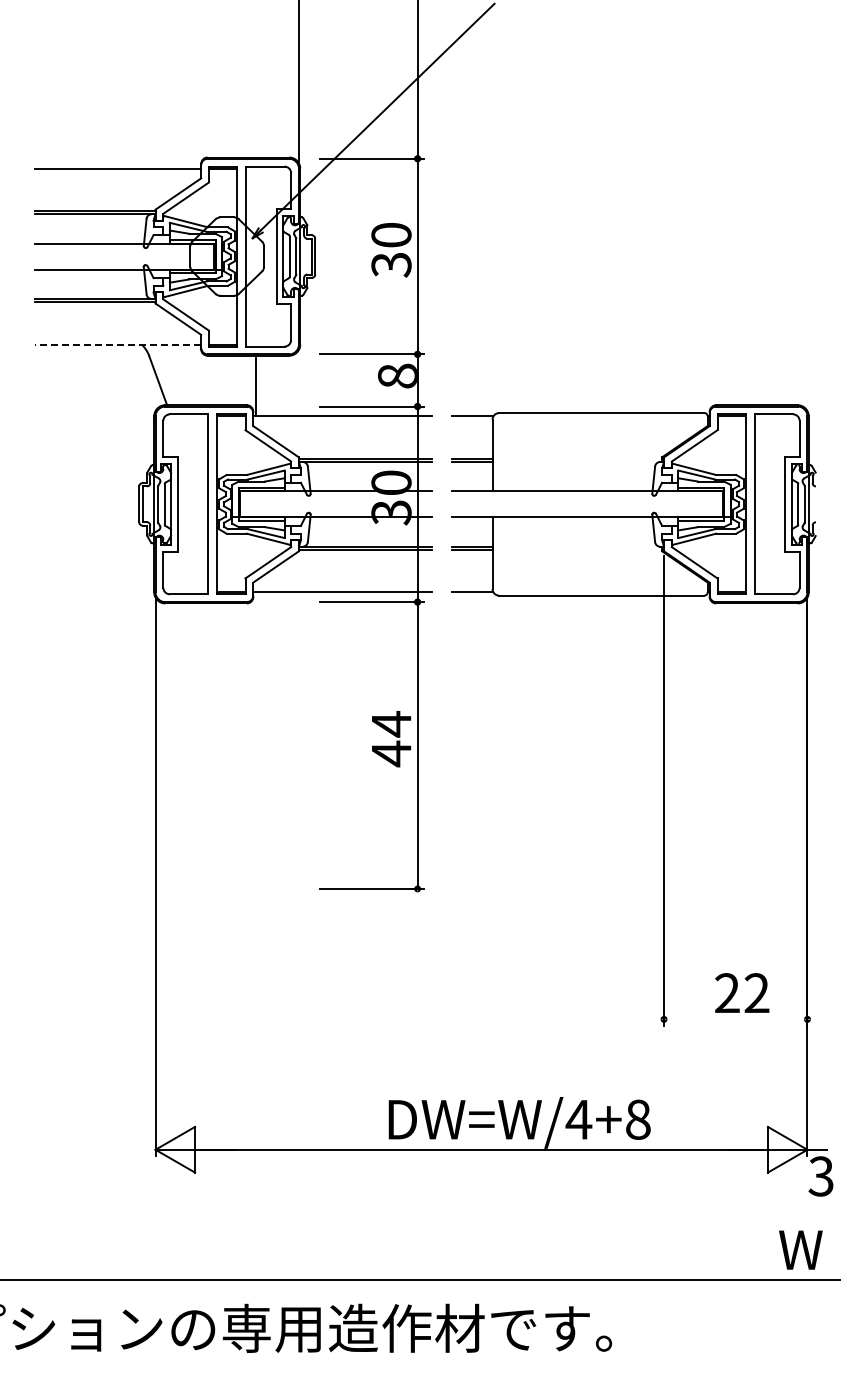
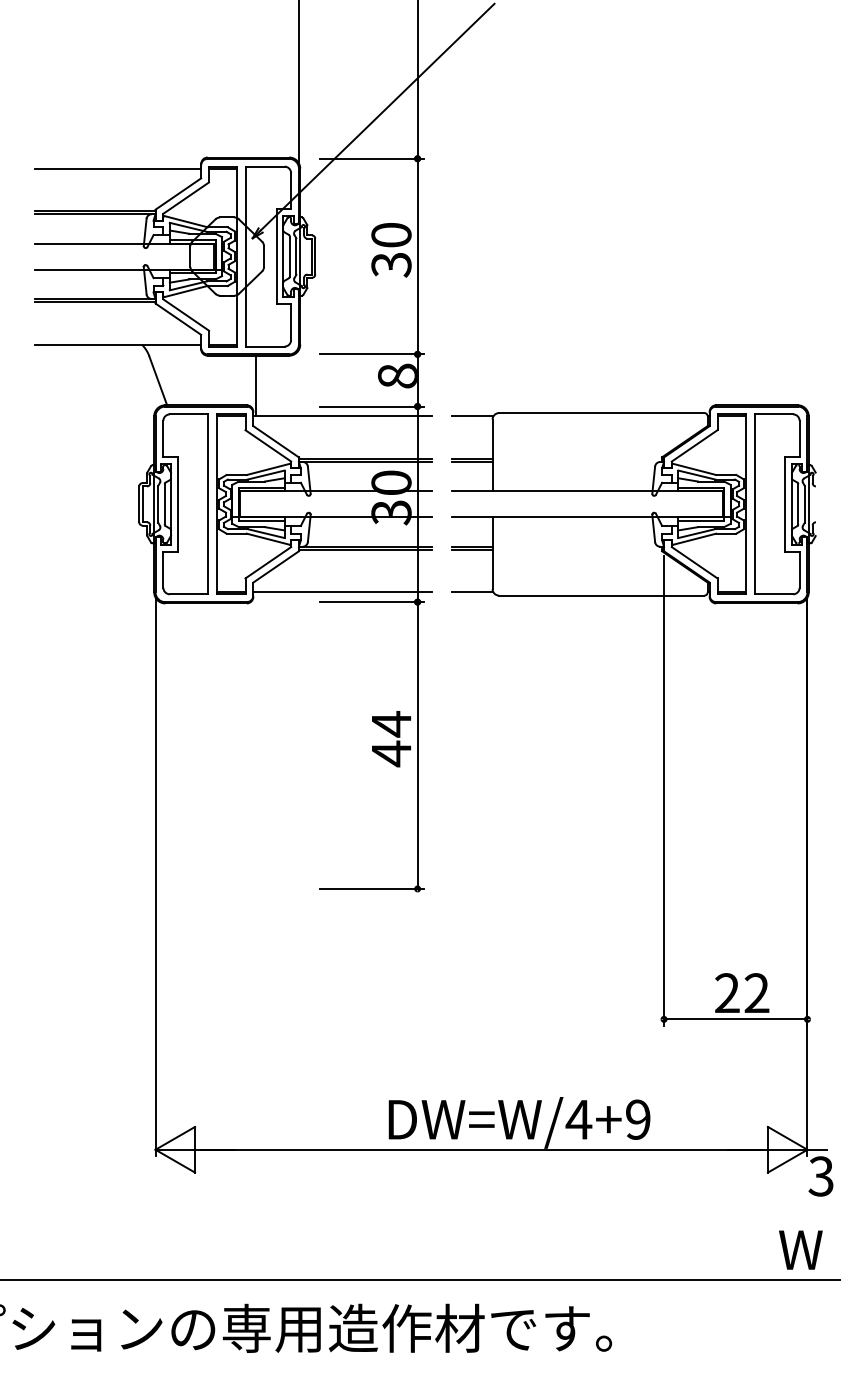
line at (117, 344): dashed -> solid
line at (735, 1019): none -> present
text at (638, 1119): DW=W/4+8 -> DW=W/4+9
